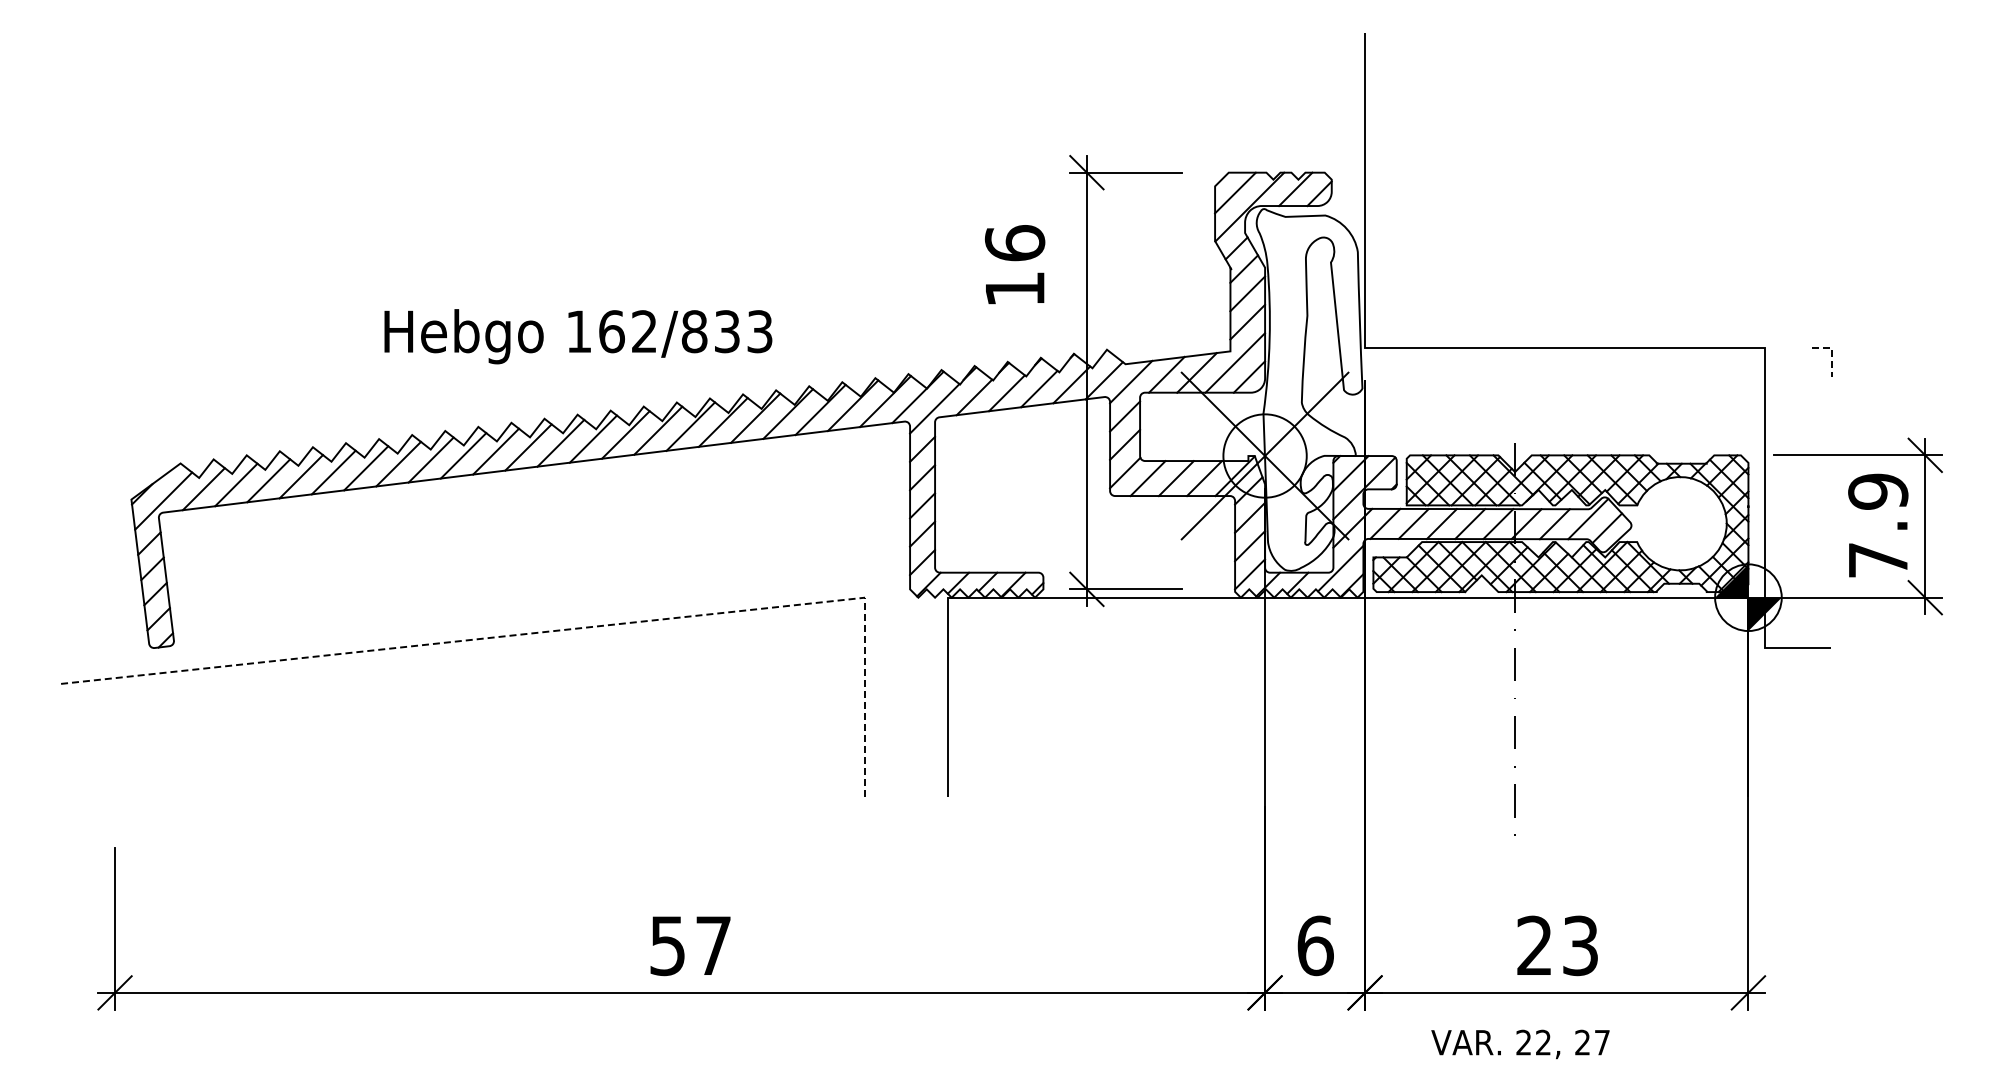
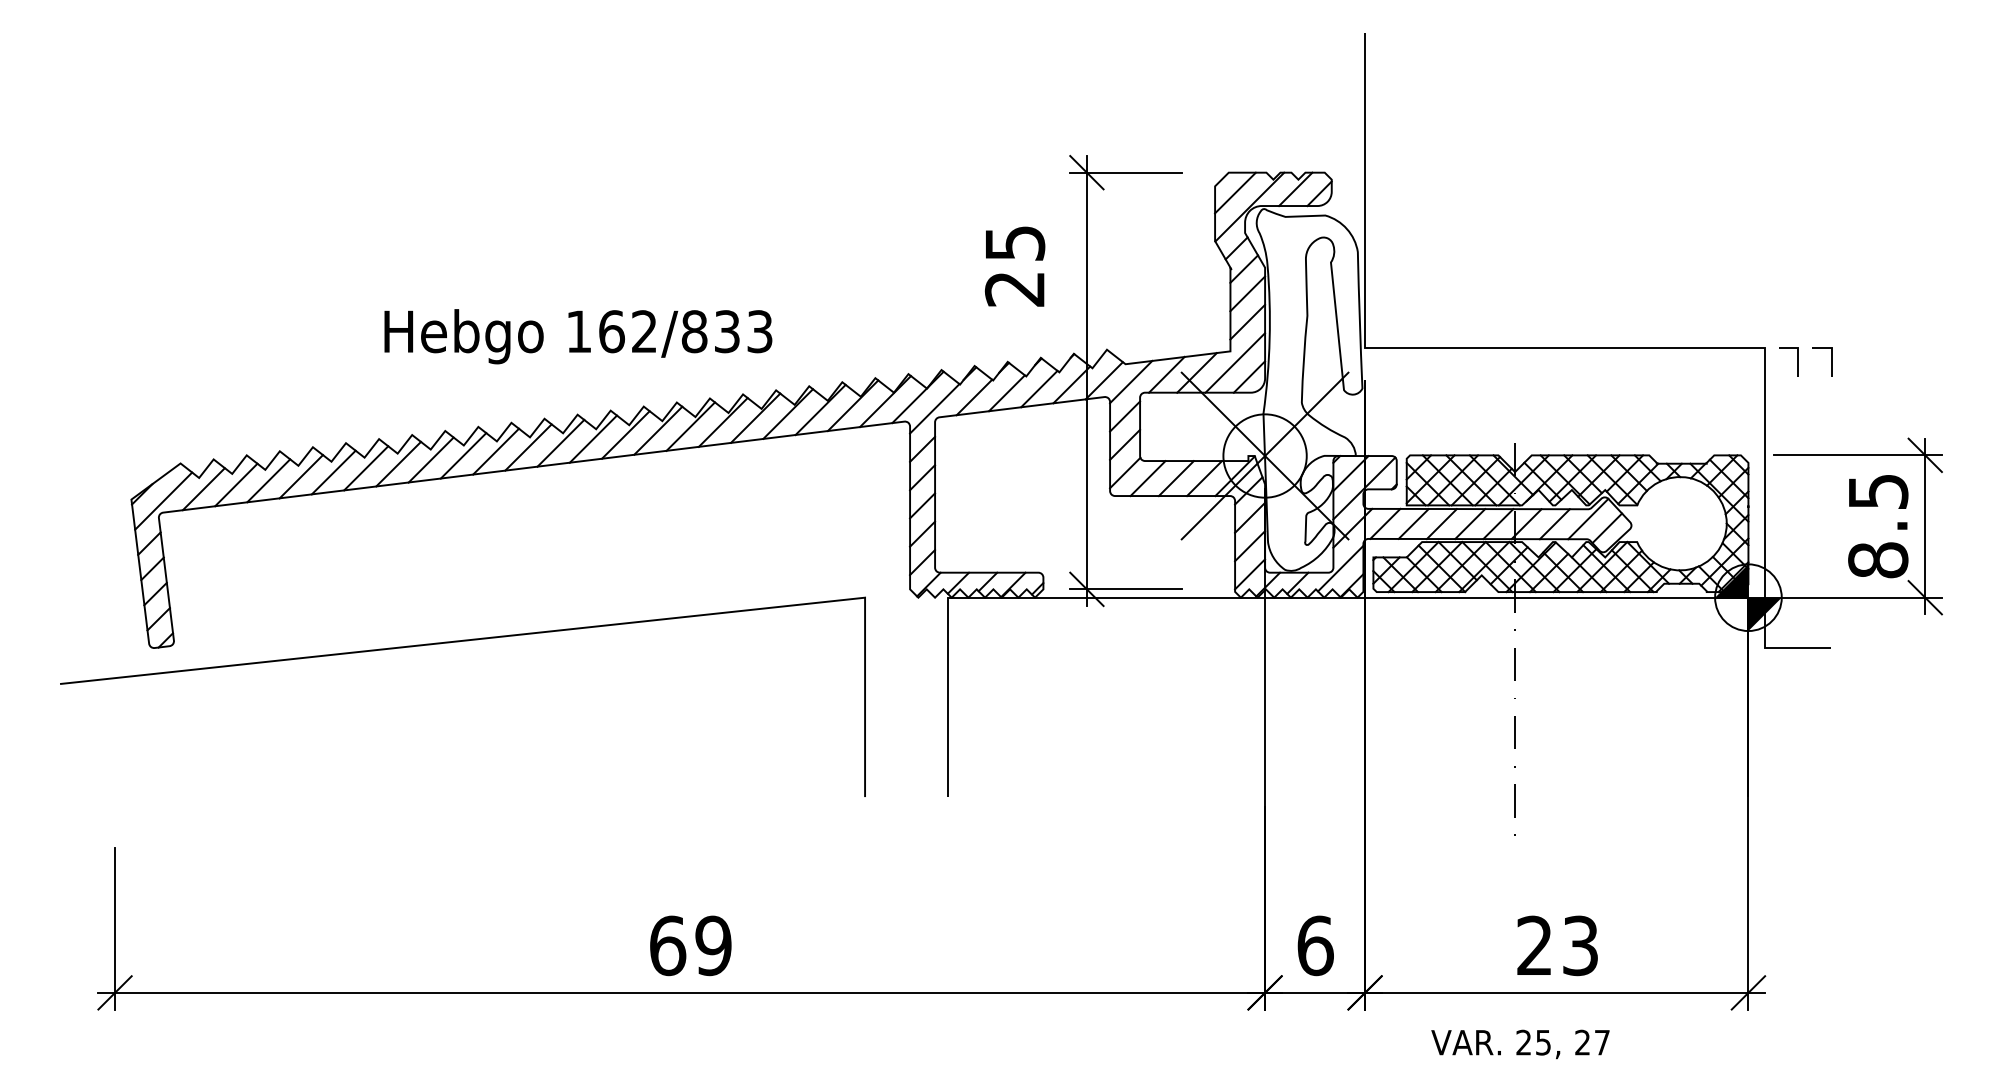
text at (1014, 265): 16 -> 25
line at (1831, 352): dashed -> solid
line at (1797, 361): none -> present
text at (1878, 525): 7.9 -> 8.5
line at (561, 630): dashed -> solid
text at (690, 945): 57 -> 69
text at (1543, 1042): 22, -> 25,
